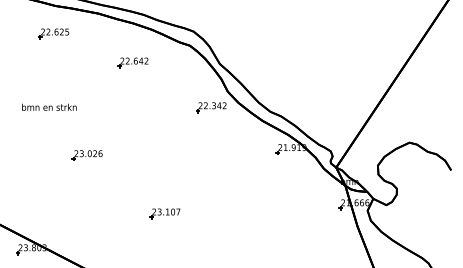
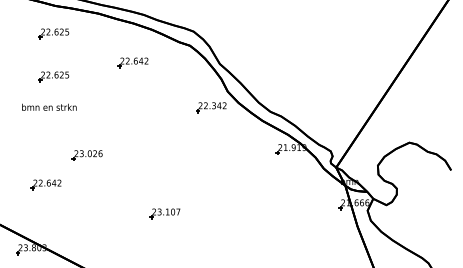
part at (53, 76): none -> present
part at (45, 184): none -> present
